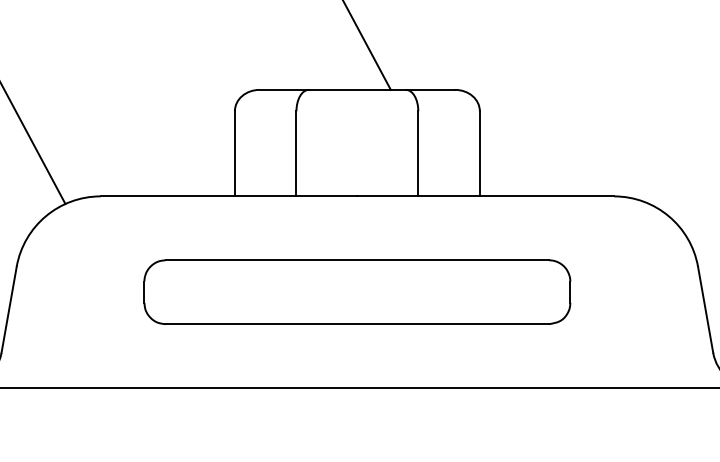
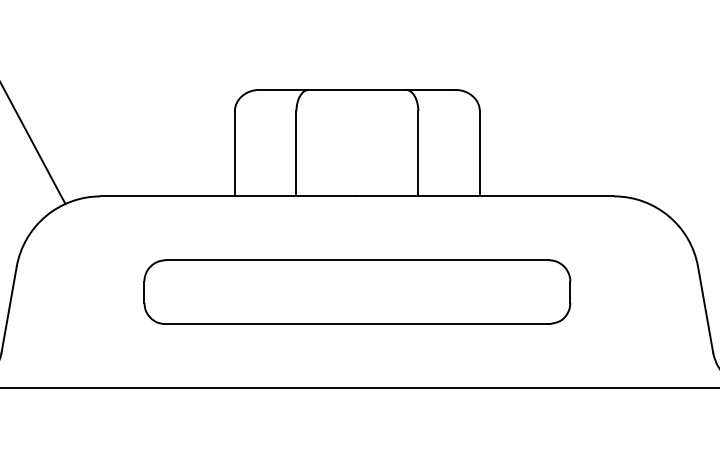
line at (367, 45): present -> none
